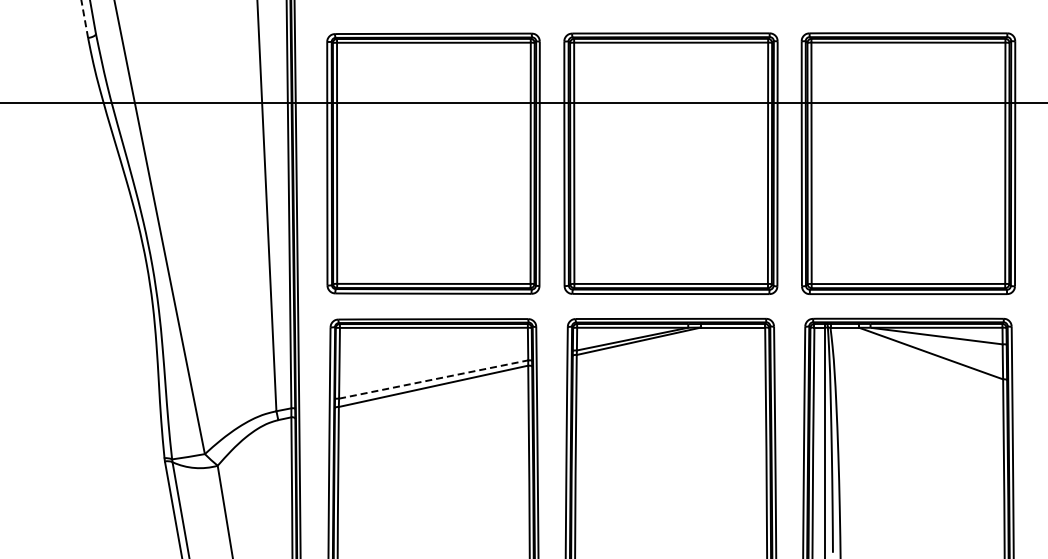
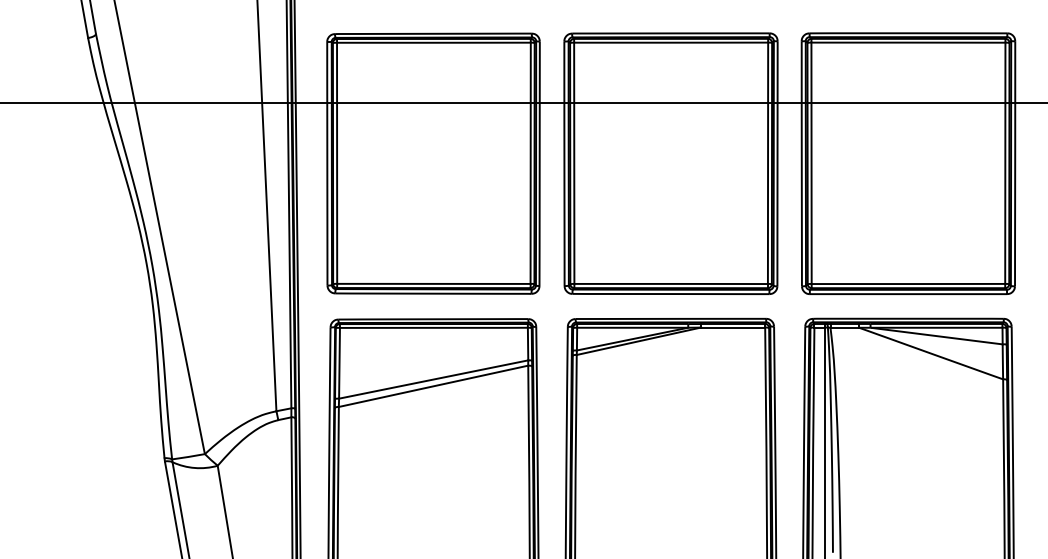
line at (84, 19): dashed -> solid
line at (433, 379): dashed -> solid
